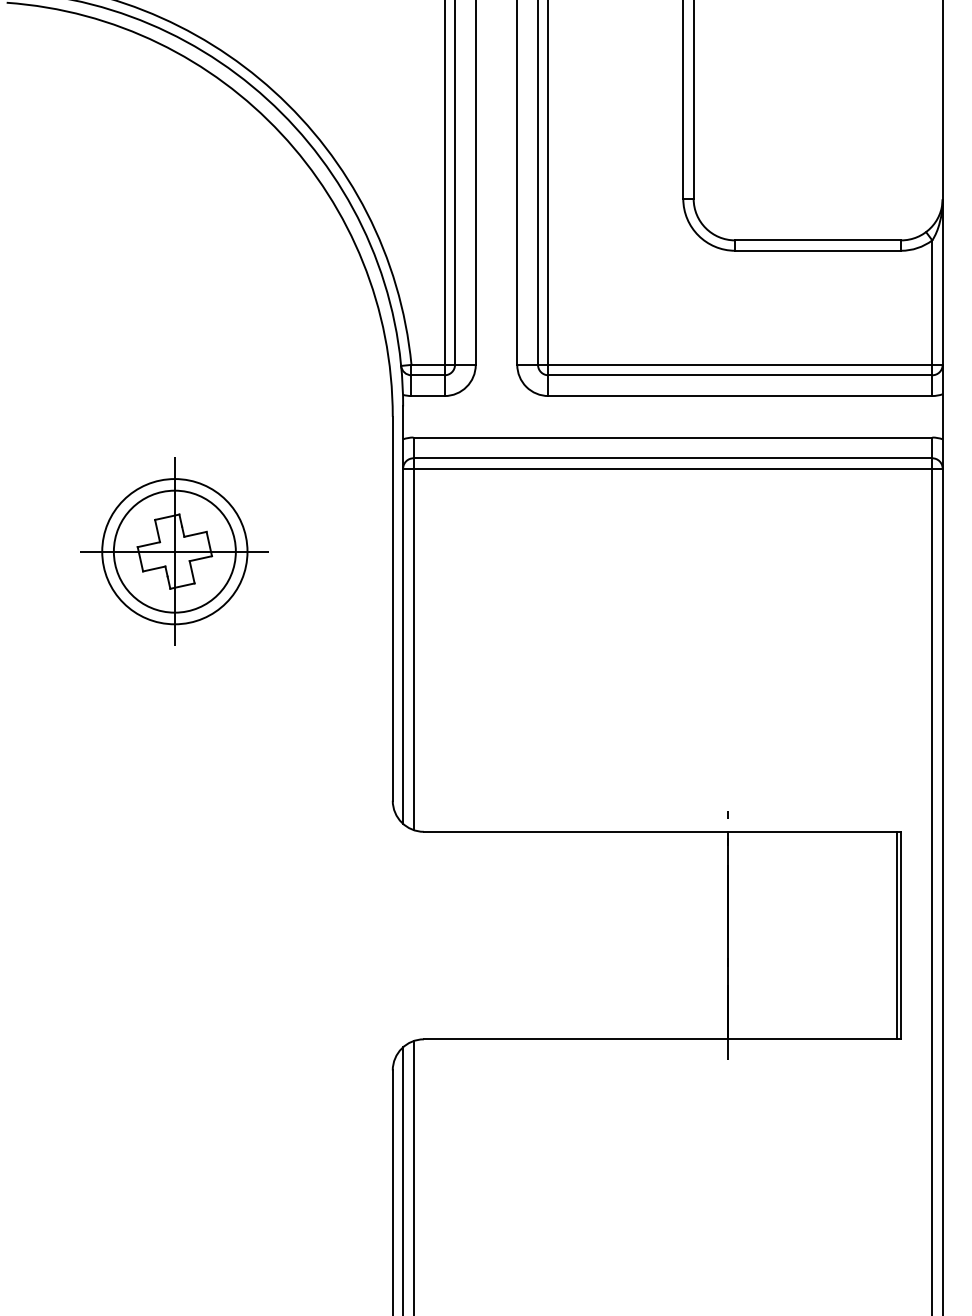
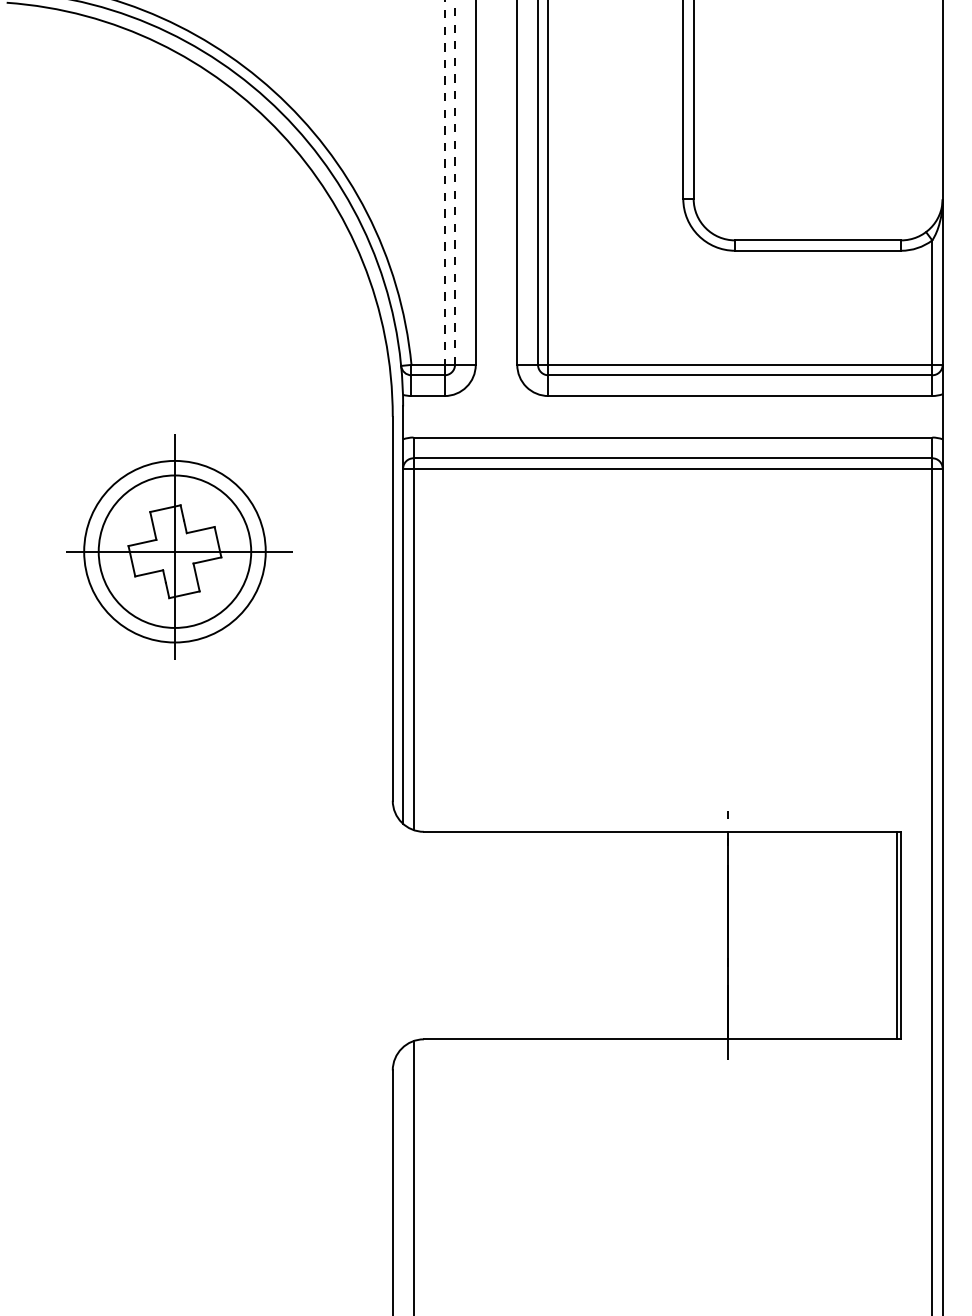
line at (455, 181): solid -> dashed
line at (444, 182): solid -> dashed
part at (174, 551) size: 189x189 px -> 227x226 px
line at (403, 1179): present -> none
